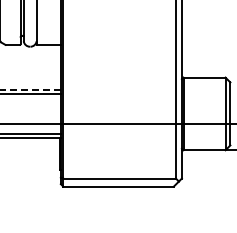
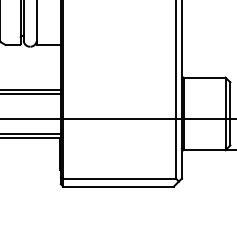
line at (30, 89): dashed -> solid
line at (117, 123) position: (117, 123) -> (117, 118)
